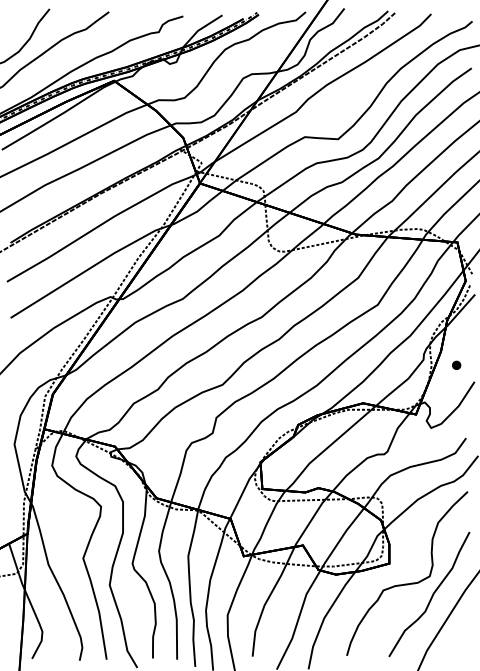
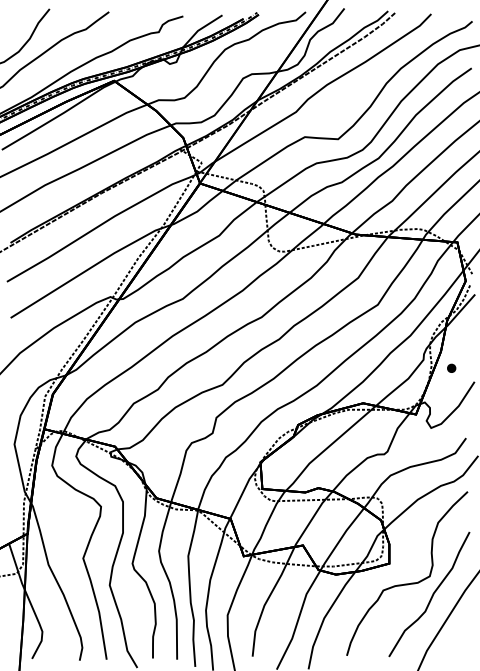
part at (456, 364) position: (456, 364) -> (451, 367)
